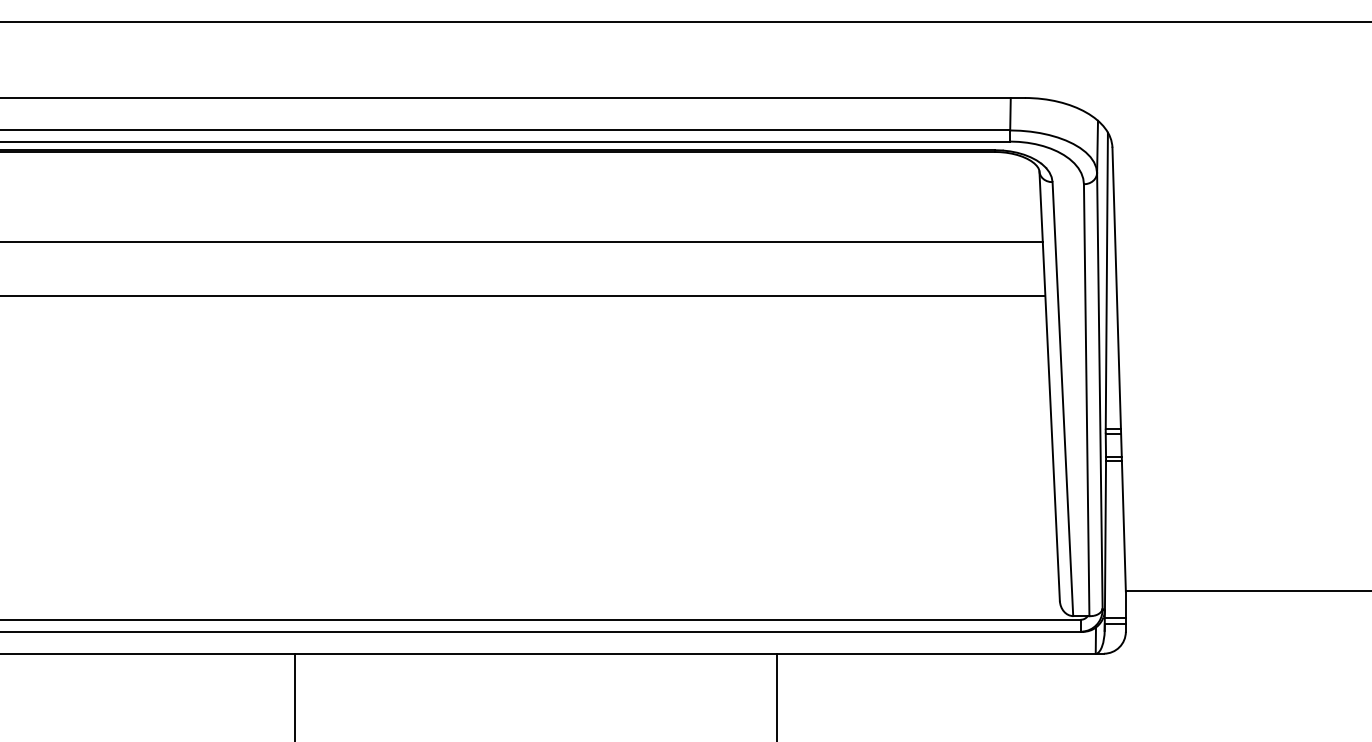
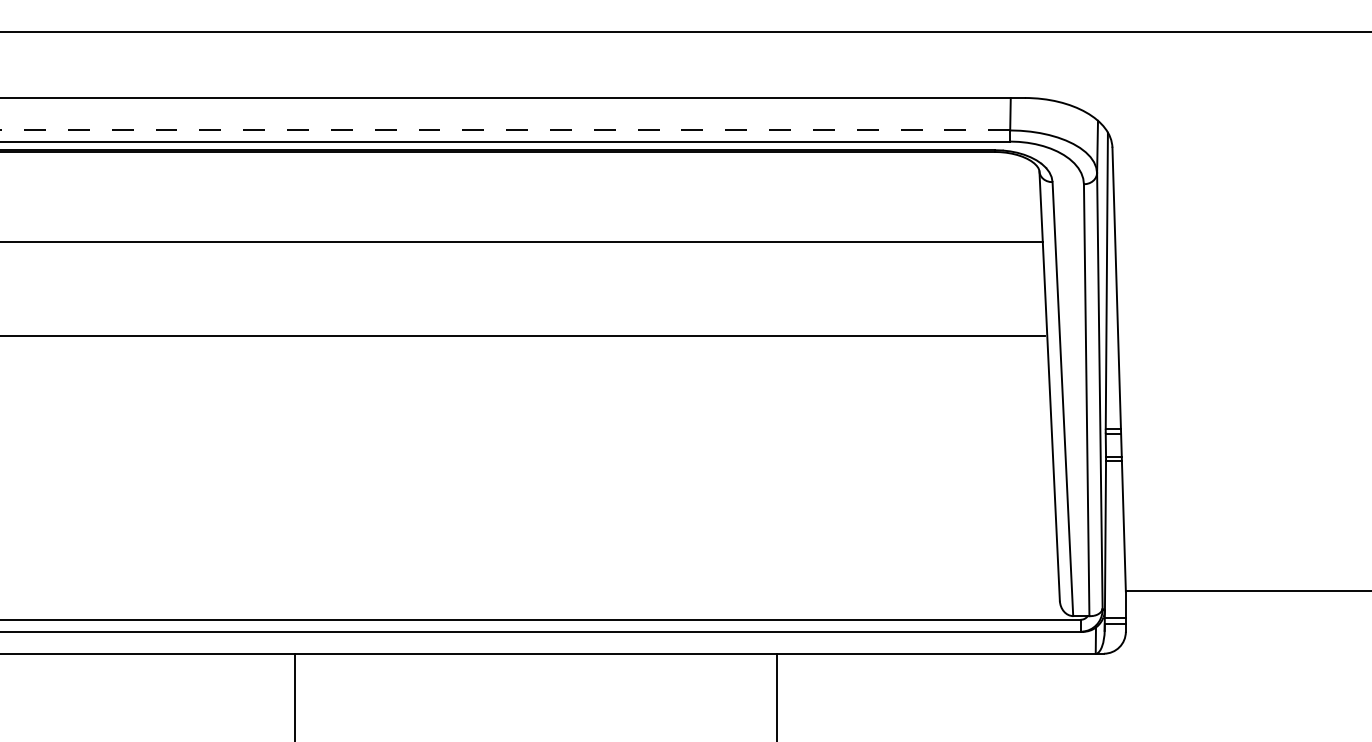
line at (685, 22) position: (685, 22) -> (685, 32)
line at (504, 130): solid -> dashed
line at (523, 296) position: (523, 296) -> (523, 336)
